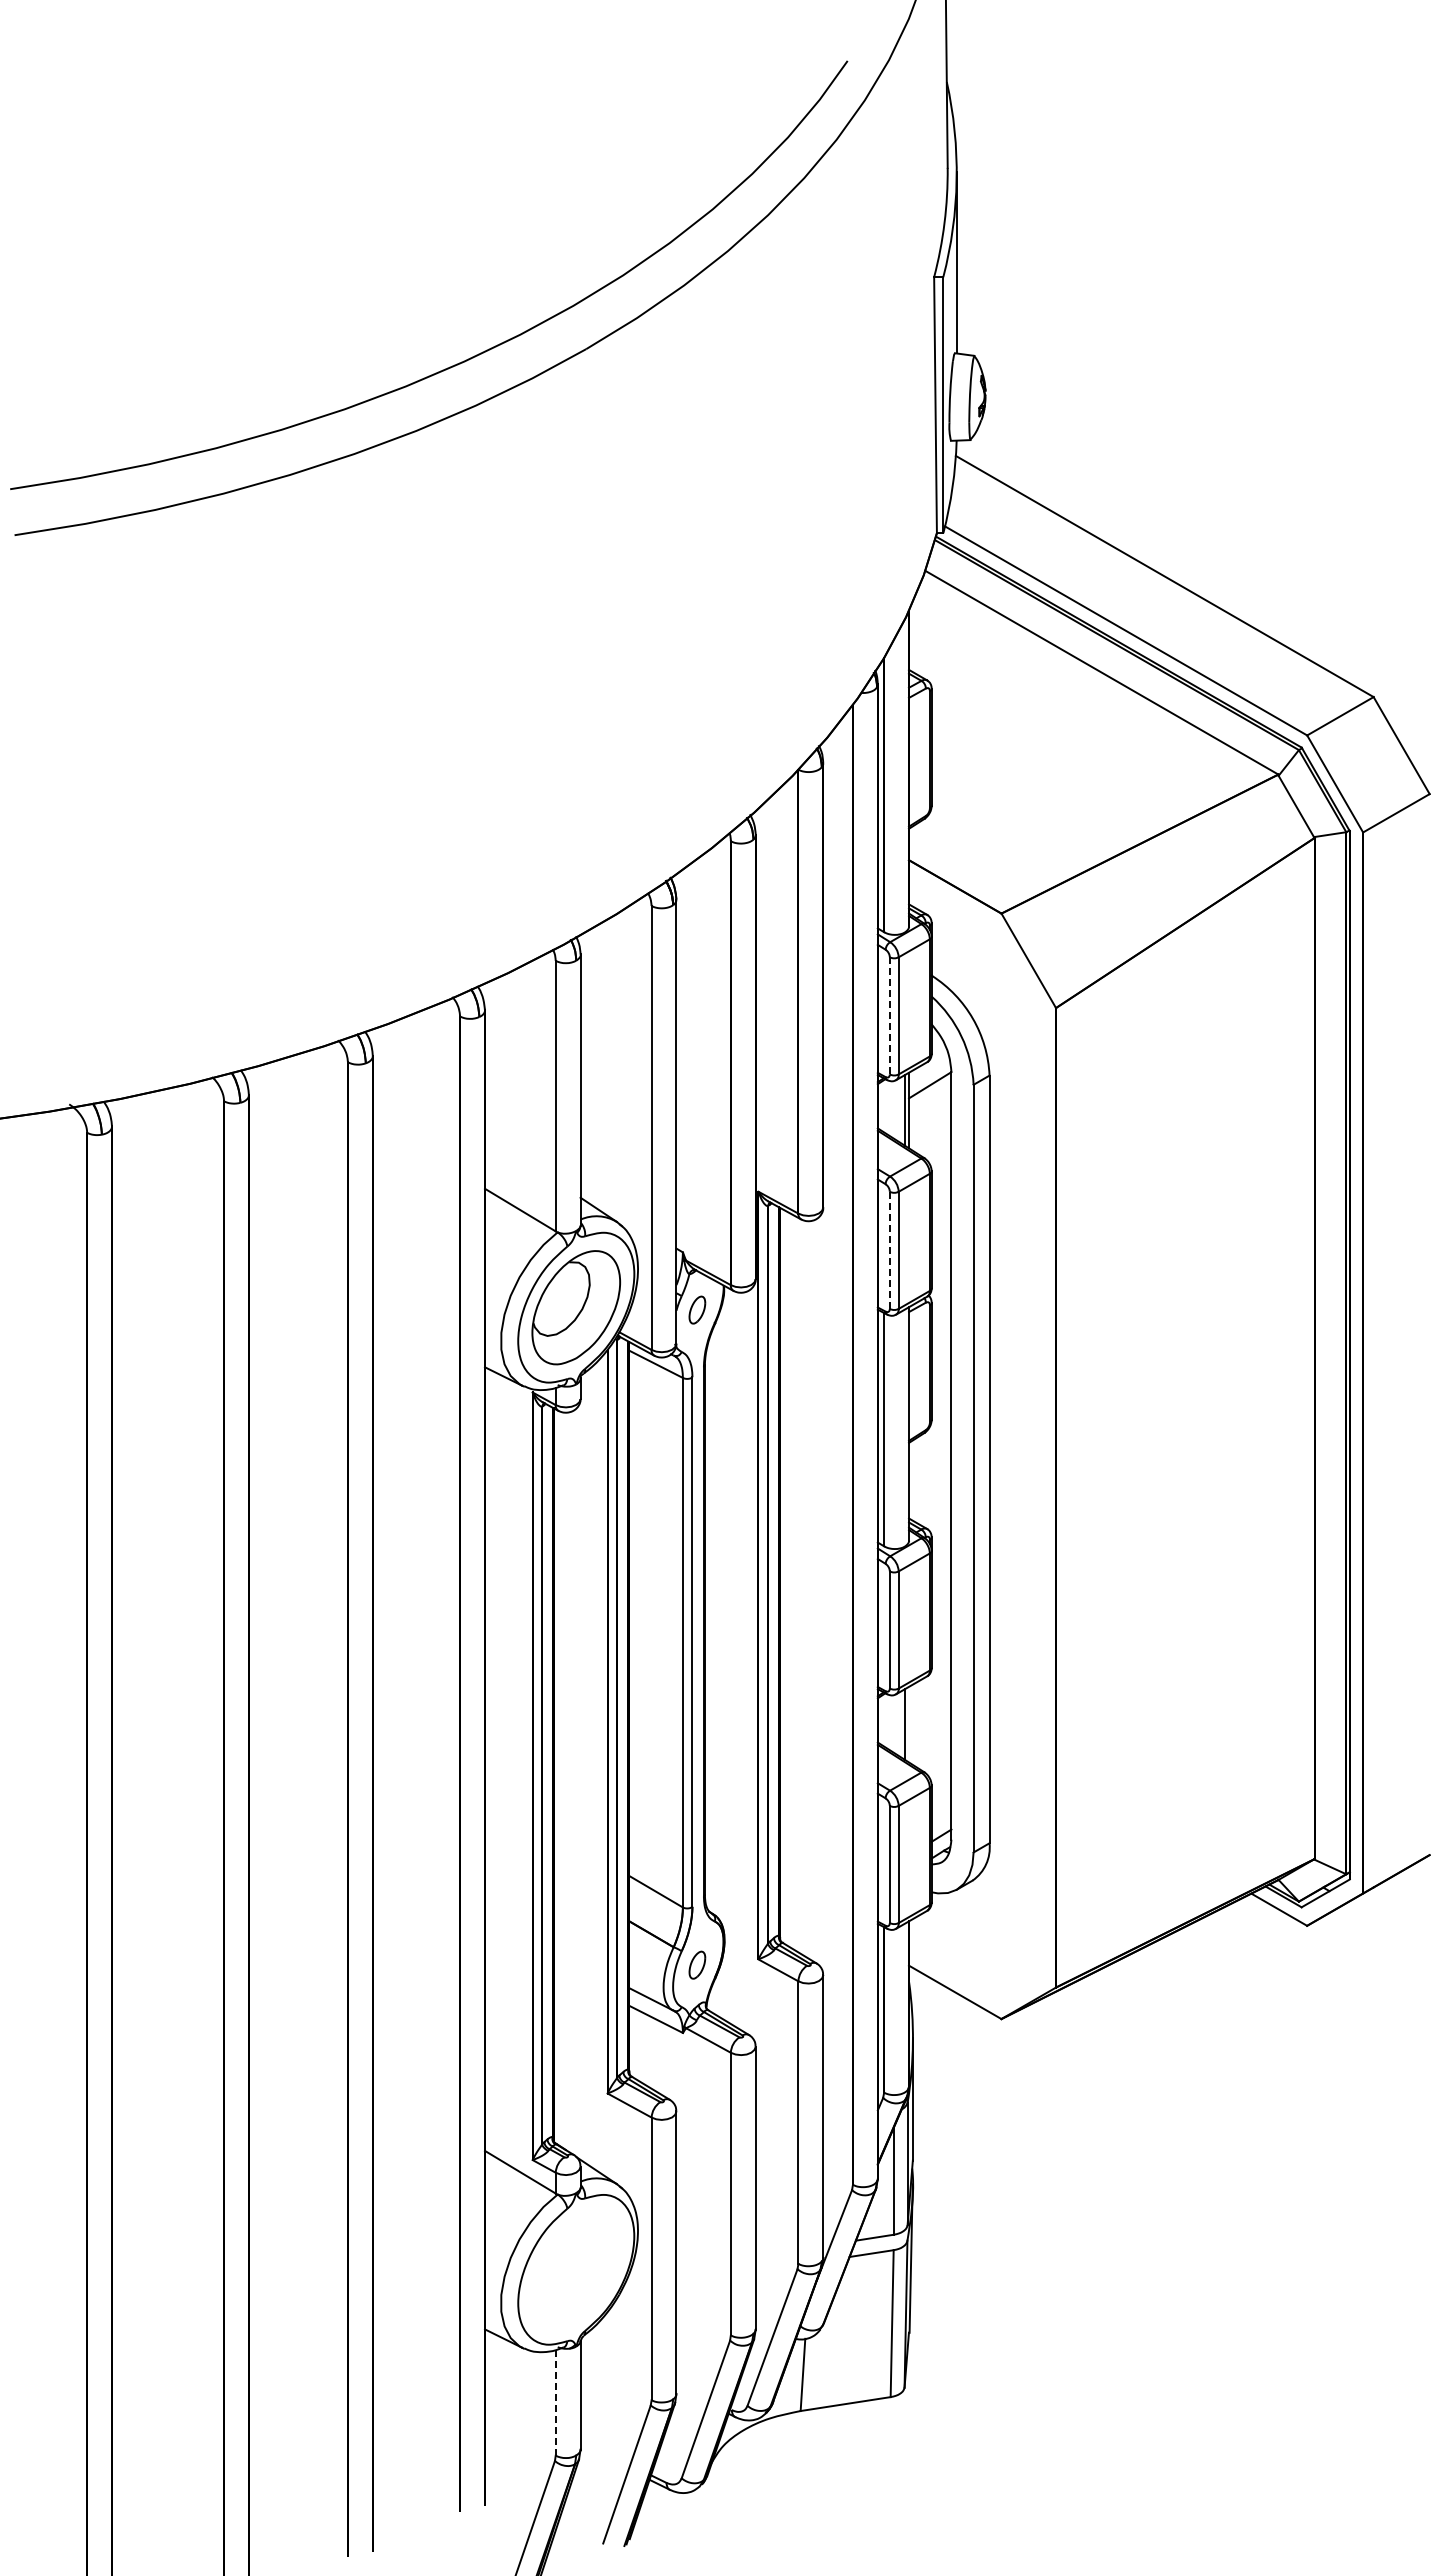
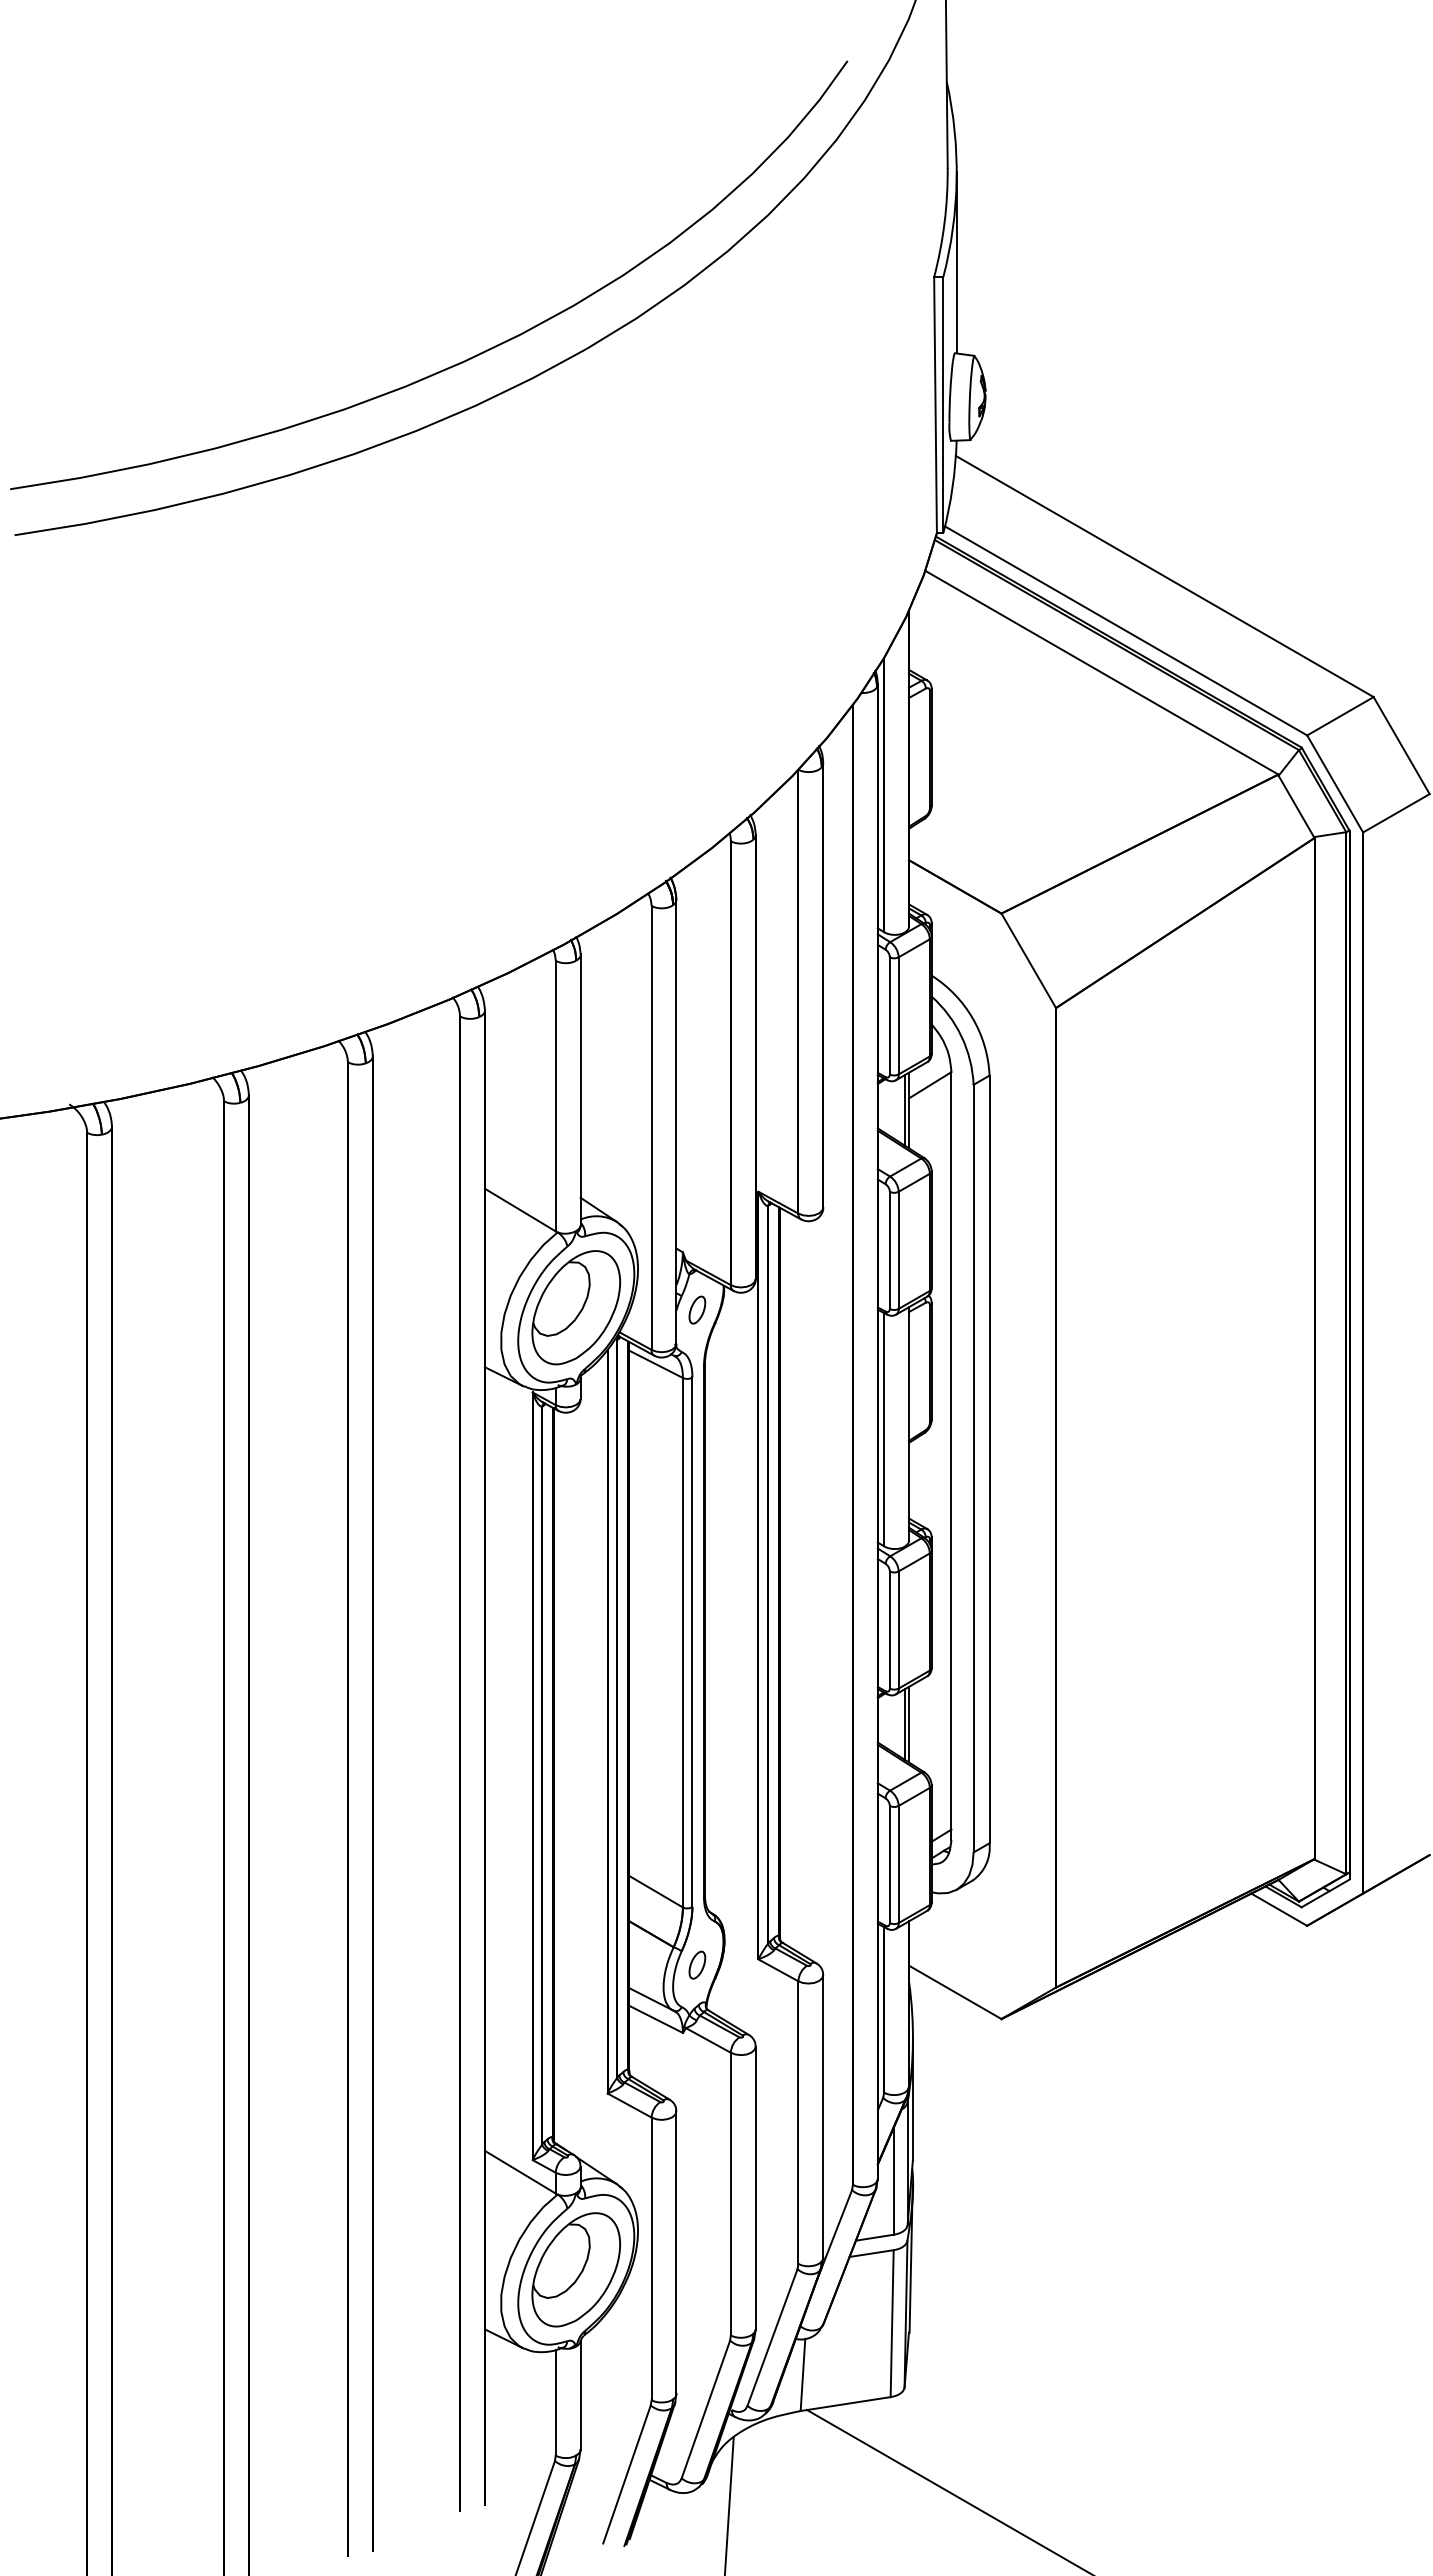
line at (889, 1015): dashed -> solid
line at (889, 1250): dashed -> solid
line at (909, 1724): none -> present
part at (575, 2269): none -> present
line at (555, 2402): dashed -> solid
line at (947, 2491): none -> present
line at (729, 2504): none -> present
